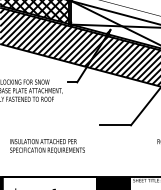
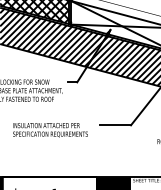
text at (47, 146) position: (47, 146) -> (50, 130)
